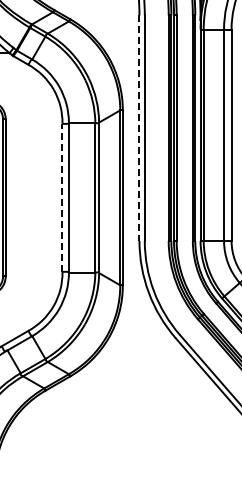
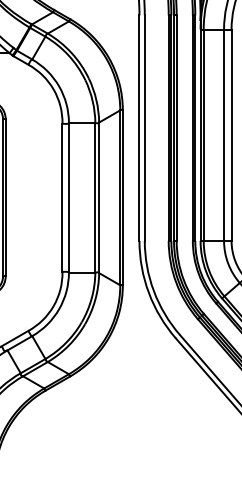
line at (139, 128): dashed -> solid
line at (62, 197): dashed -> solid
